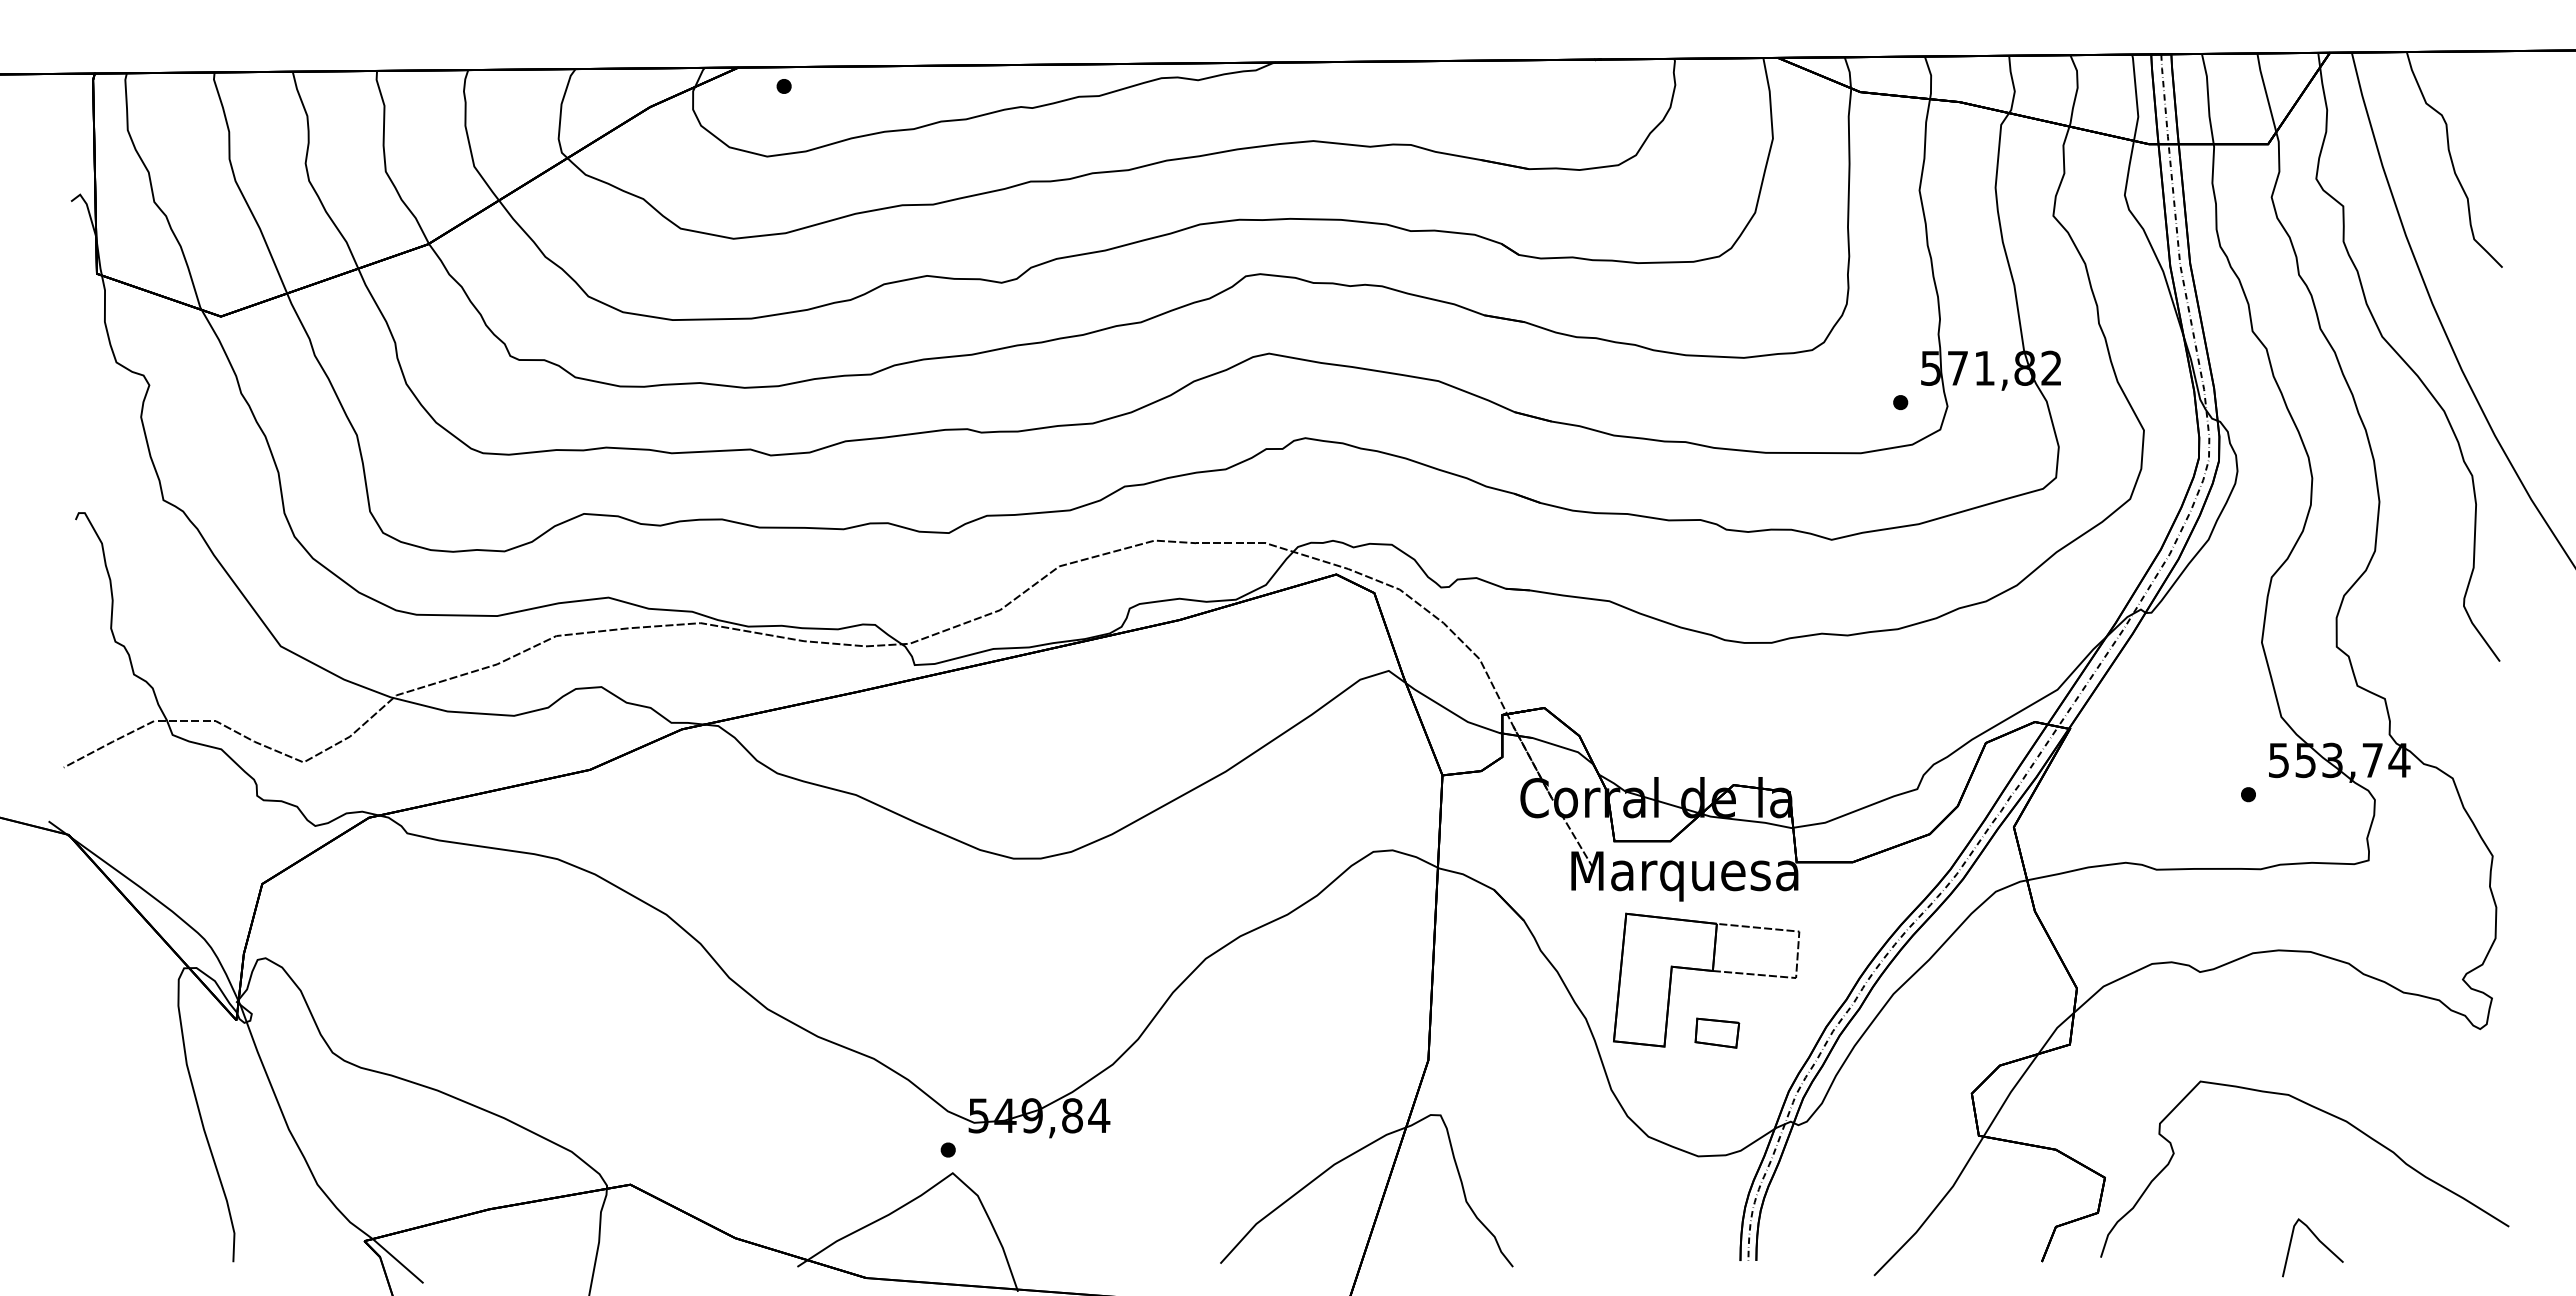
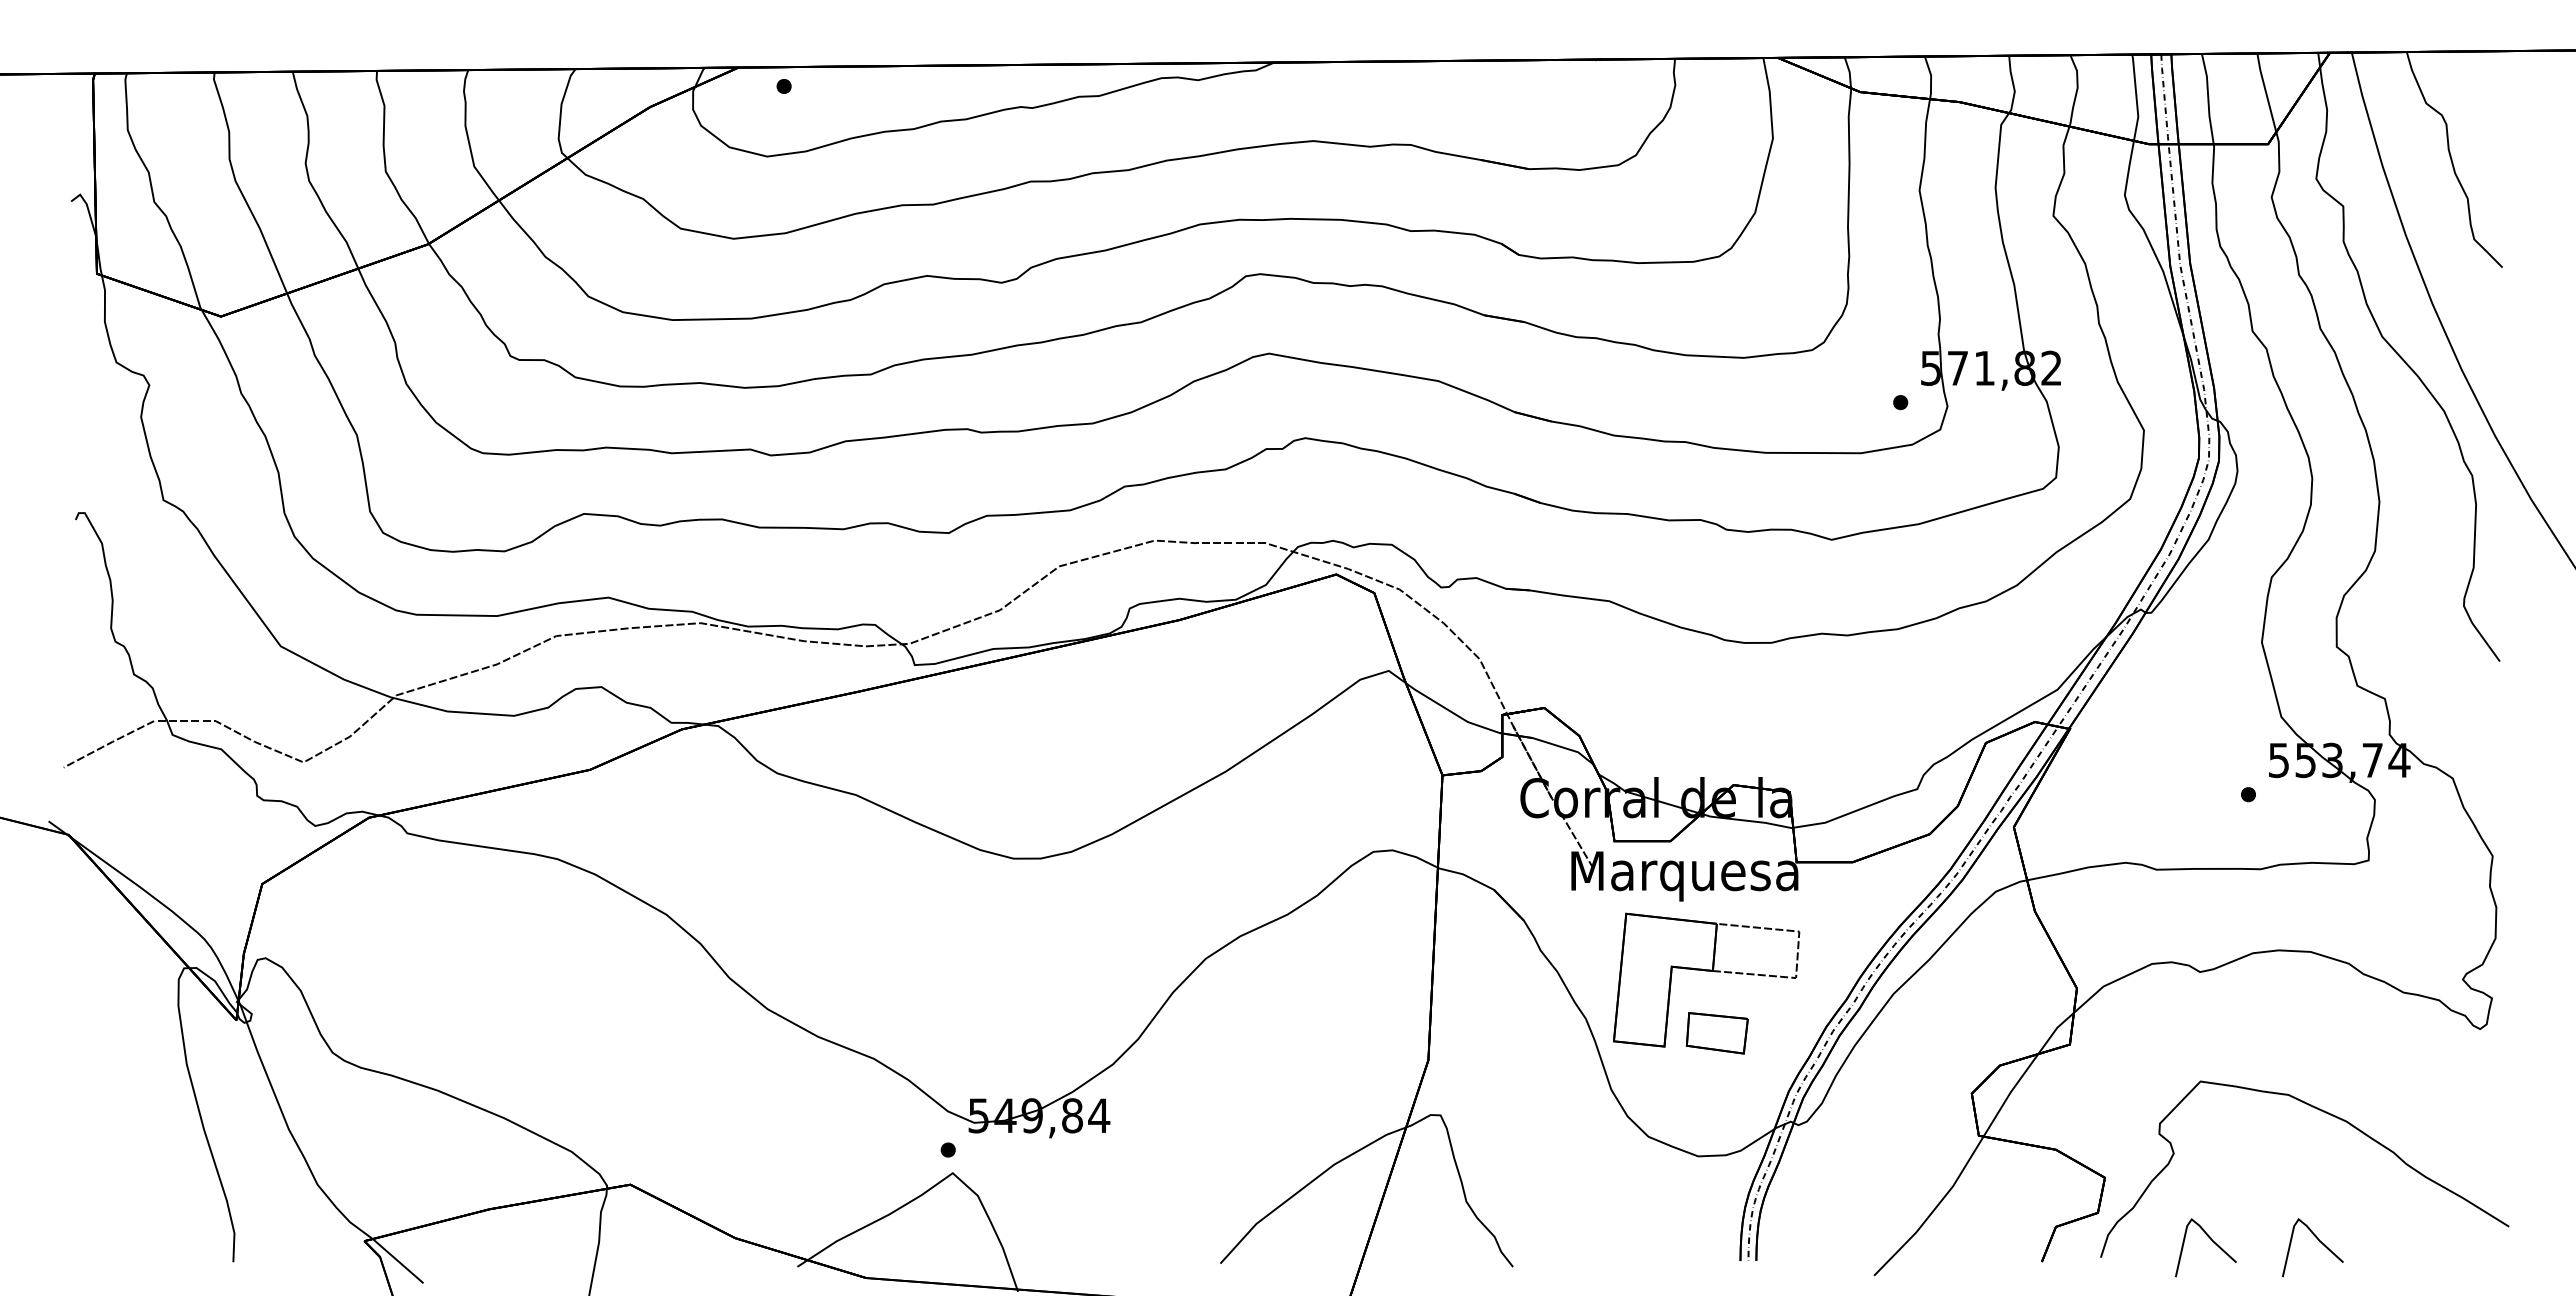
part at (1717, 1032) size: 47x32 px -> 64x43 px
curve at (2211, 1241): none -> present
